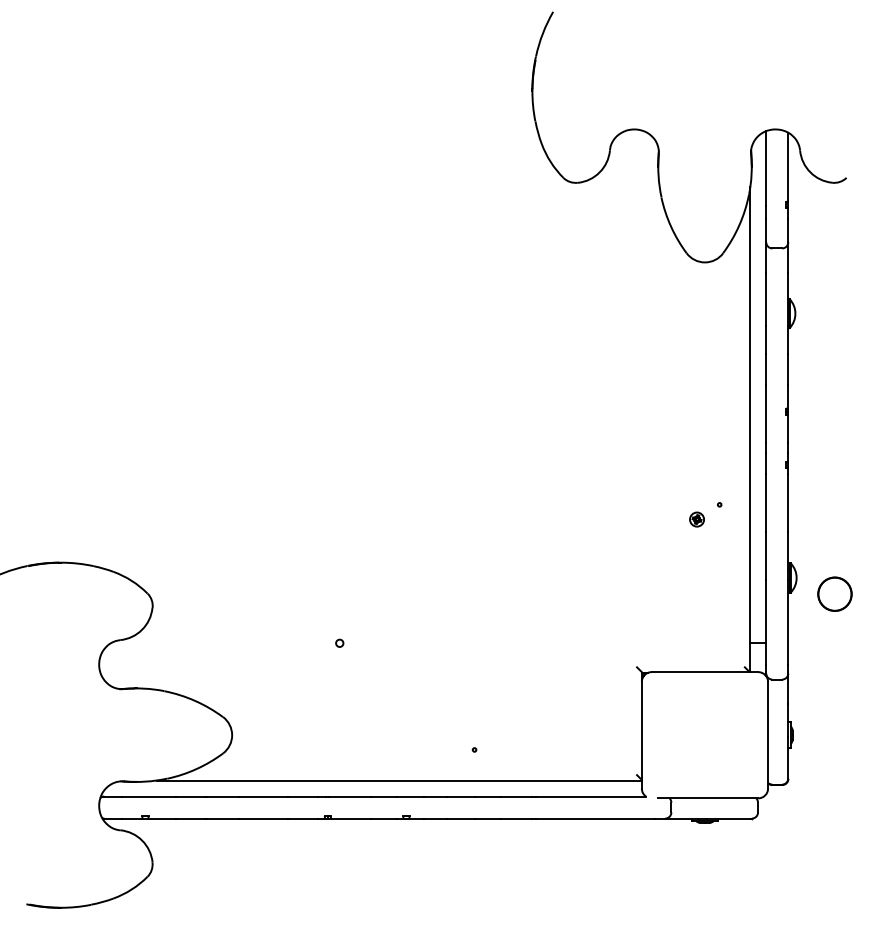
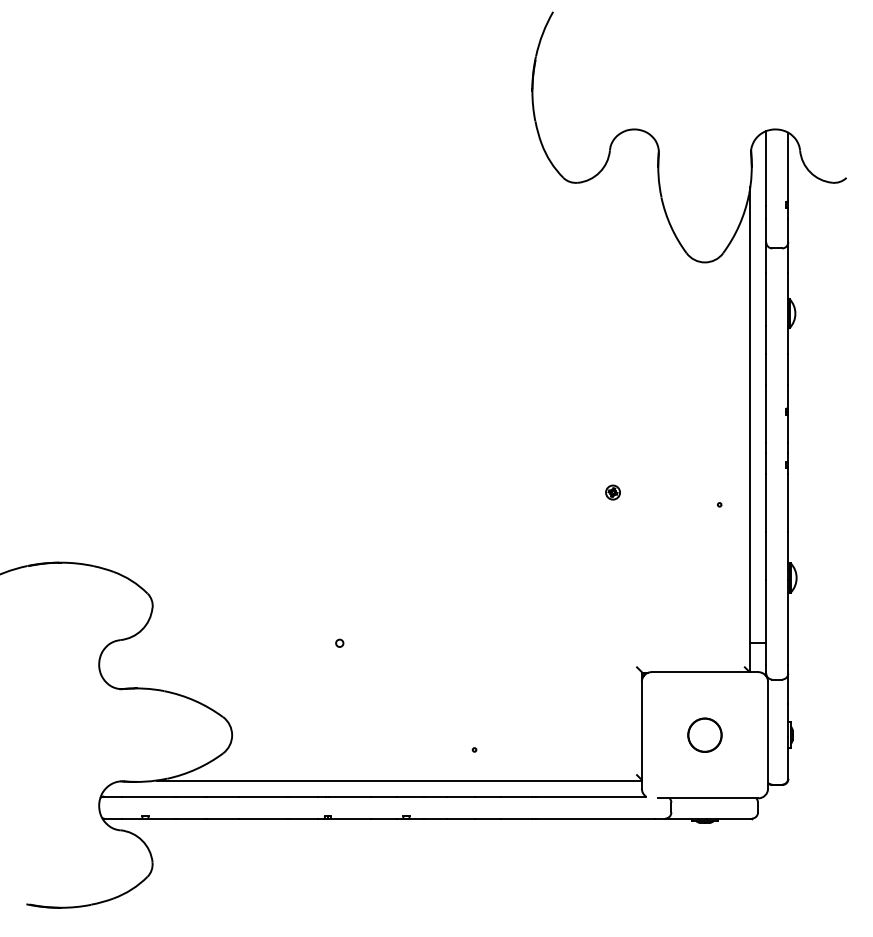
part at (696, 519) position: (696, 519) -> (612, 492)
circle at (834, 593) position: (834, 593) -> (704, 734)
